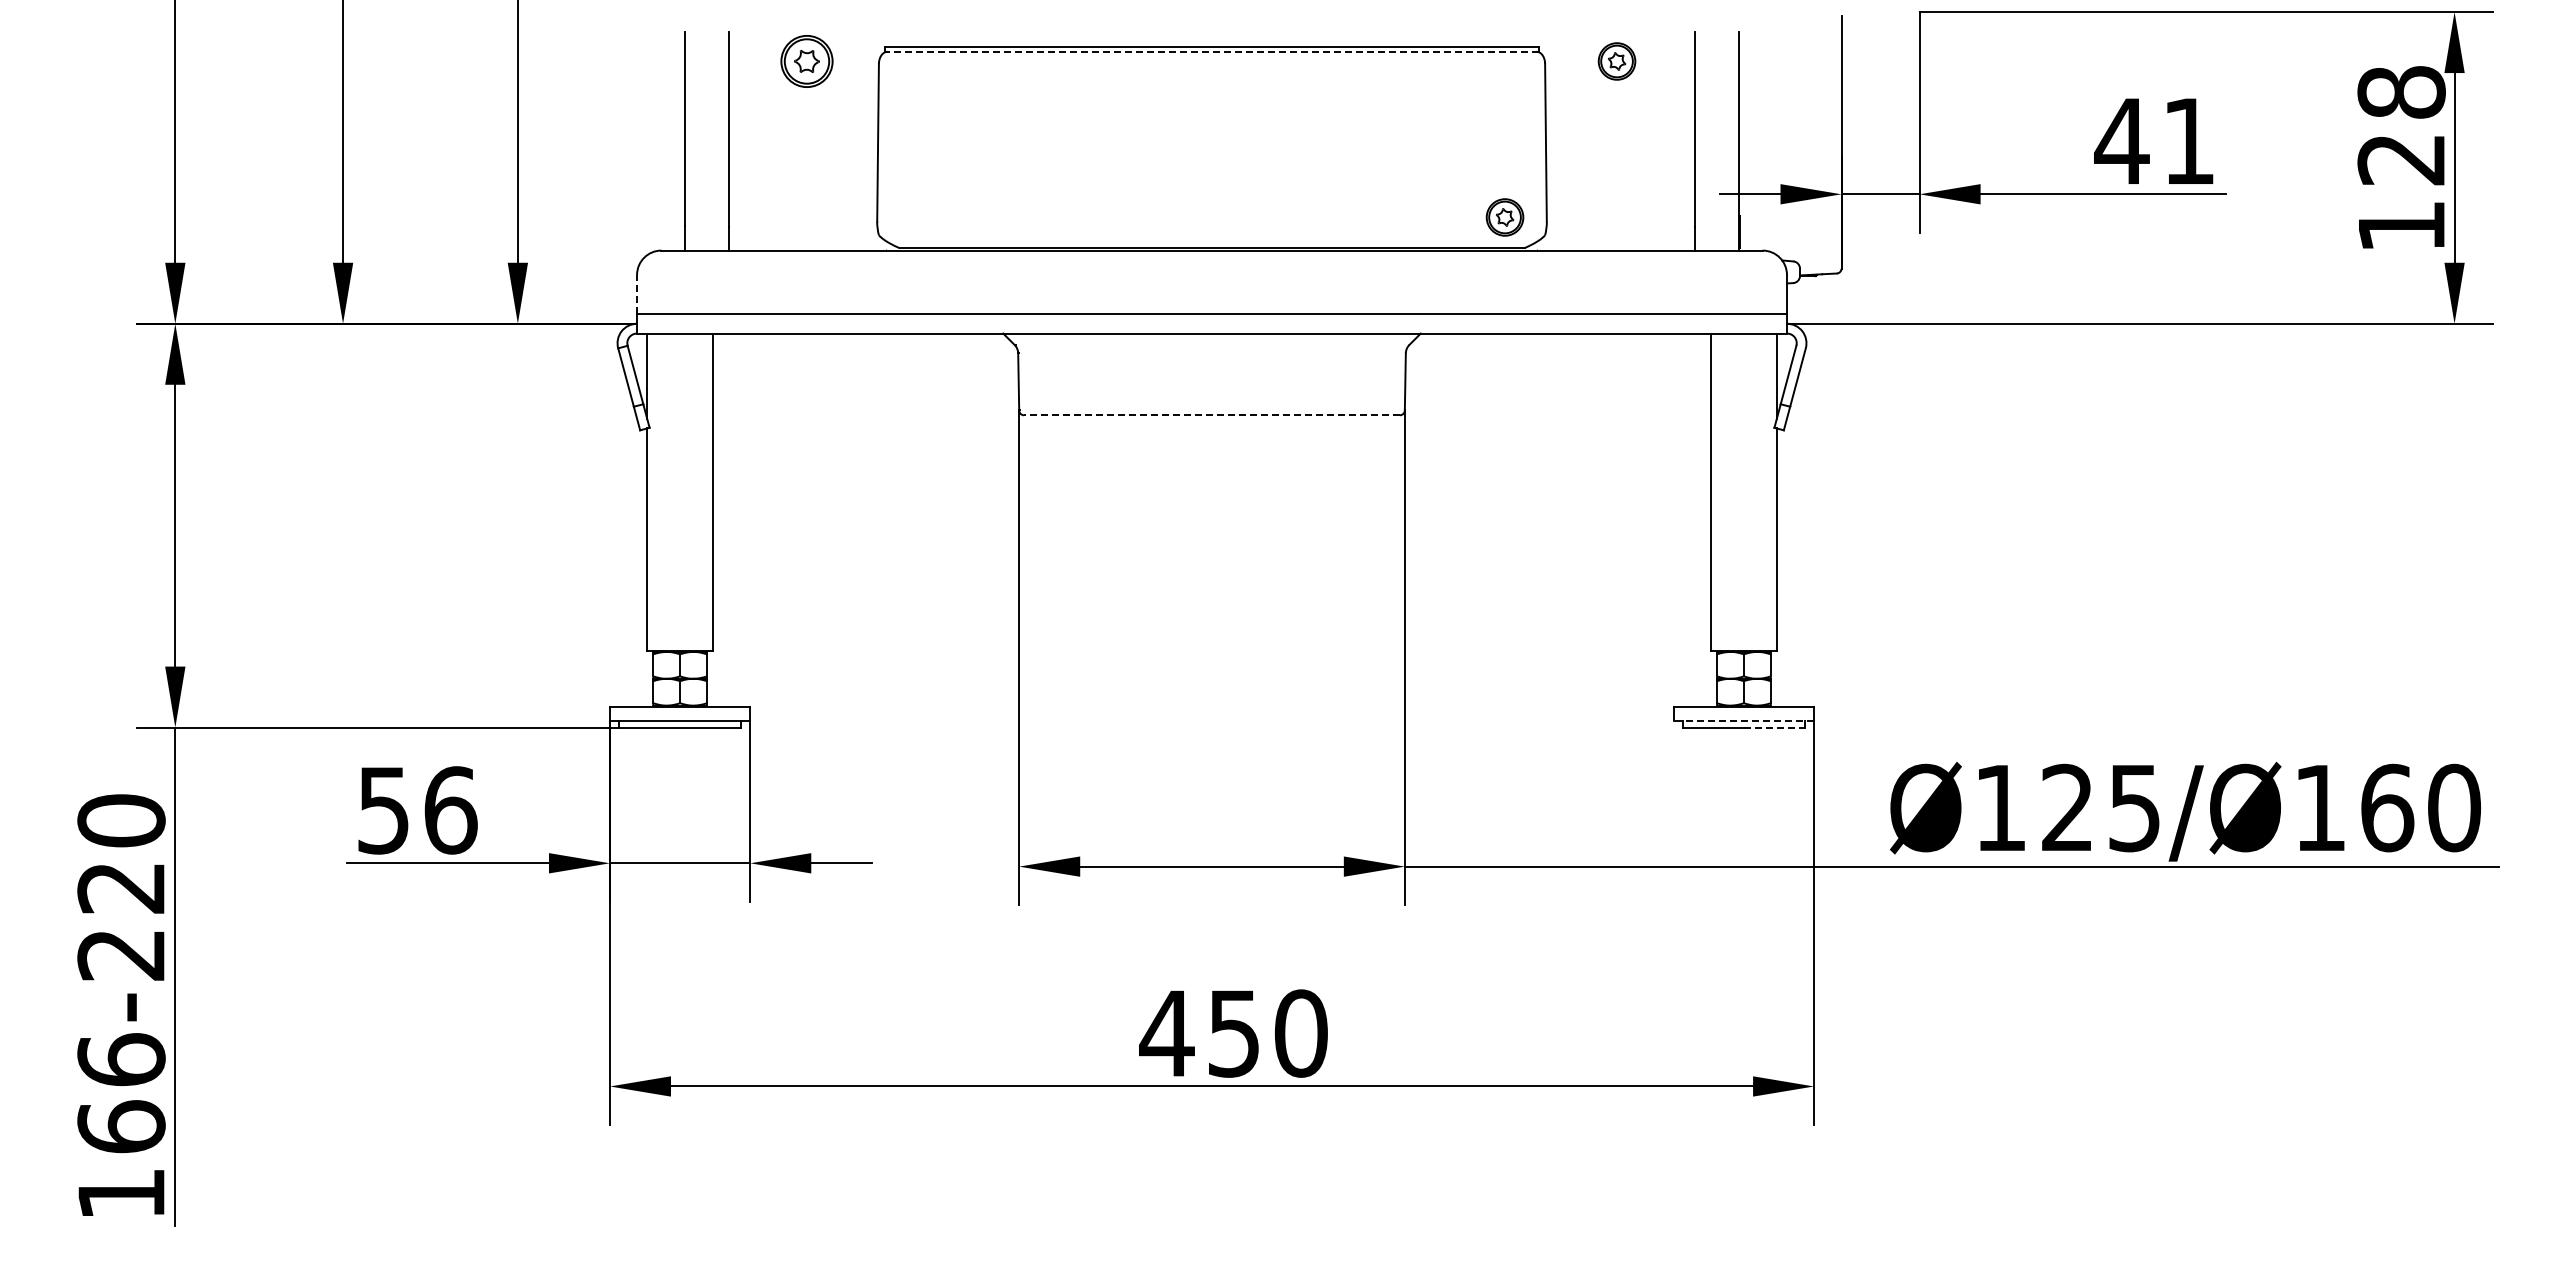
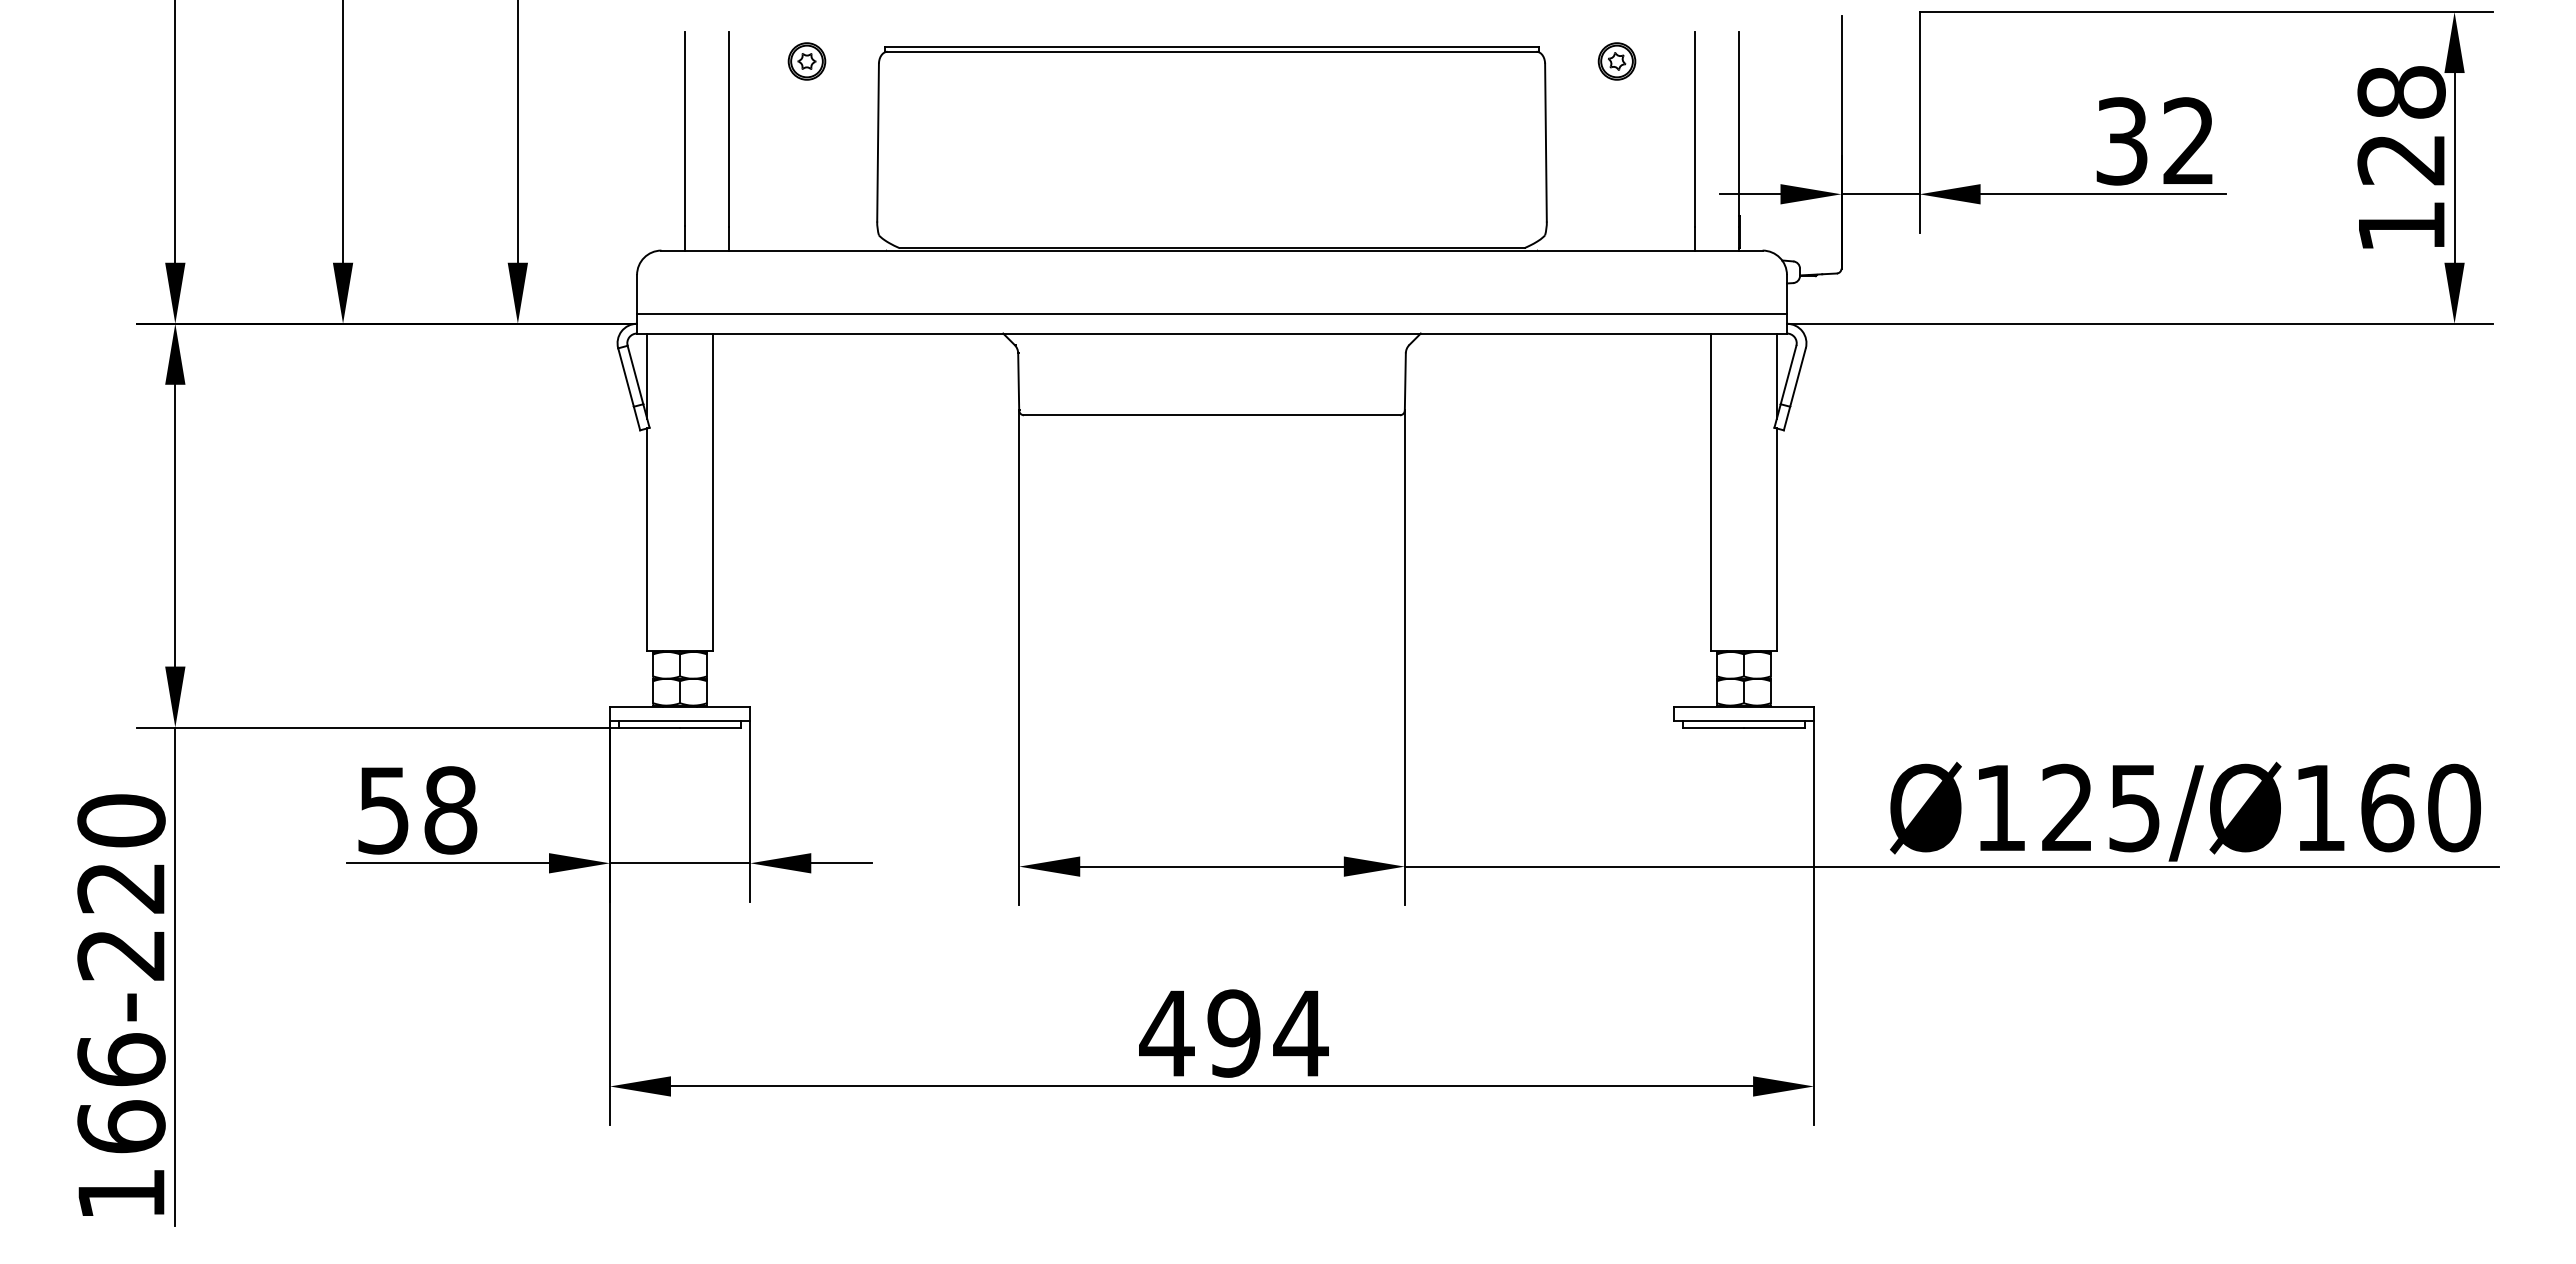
line at (1211, 51): dashed -> solid
part at (806, 61) size: 54x53 px -> 40x39 px
text at (2153, 141): 41 -> 32
part at (1504, 217): present -> none
line at (637, 294): dashed -> solid
line at (1212, 415): dashed -> solid
line at (1743, 721): dashed -> solid
line at (1774, 727): dashed -> solid
text at (450, 810): 56 -> 58
text at (1267, 1033): 450 -> 494
